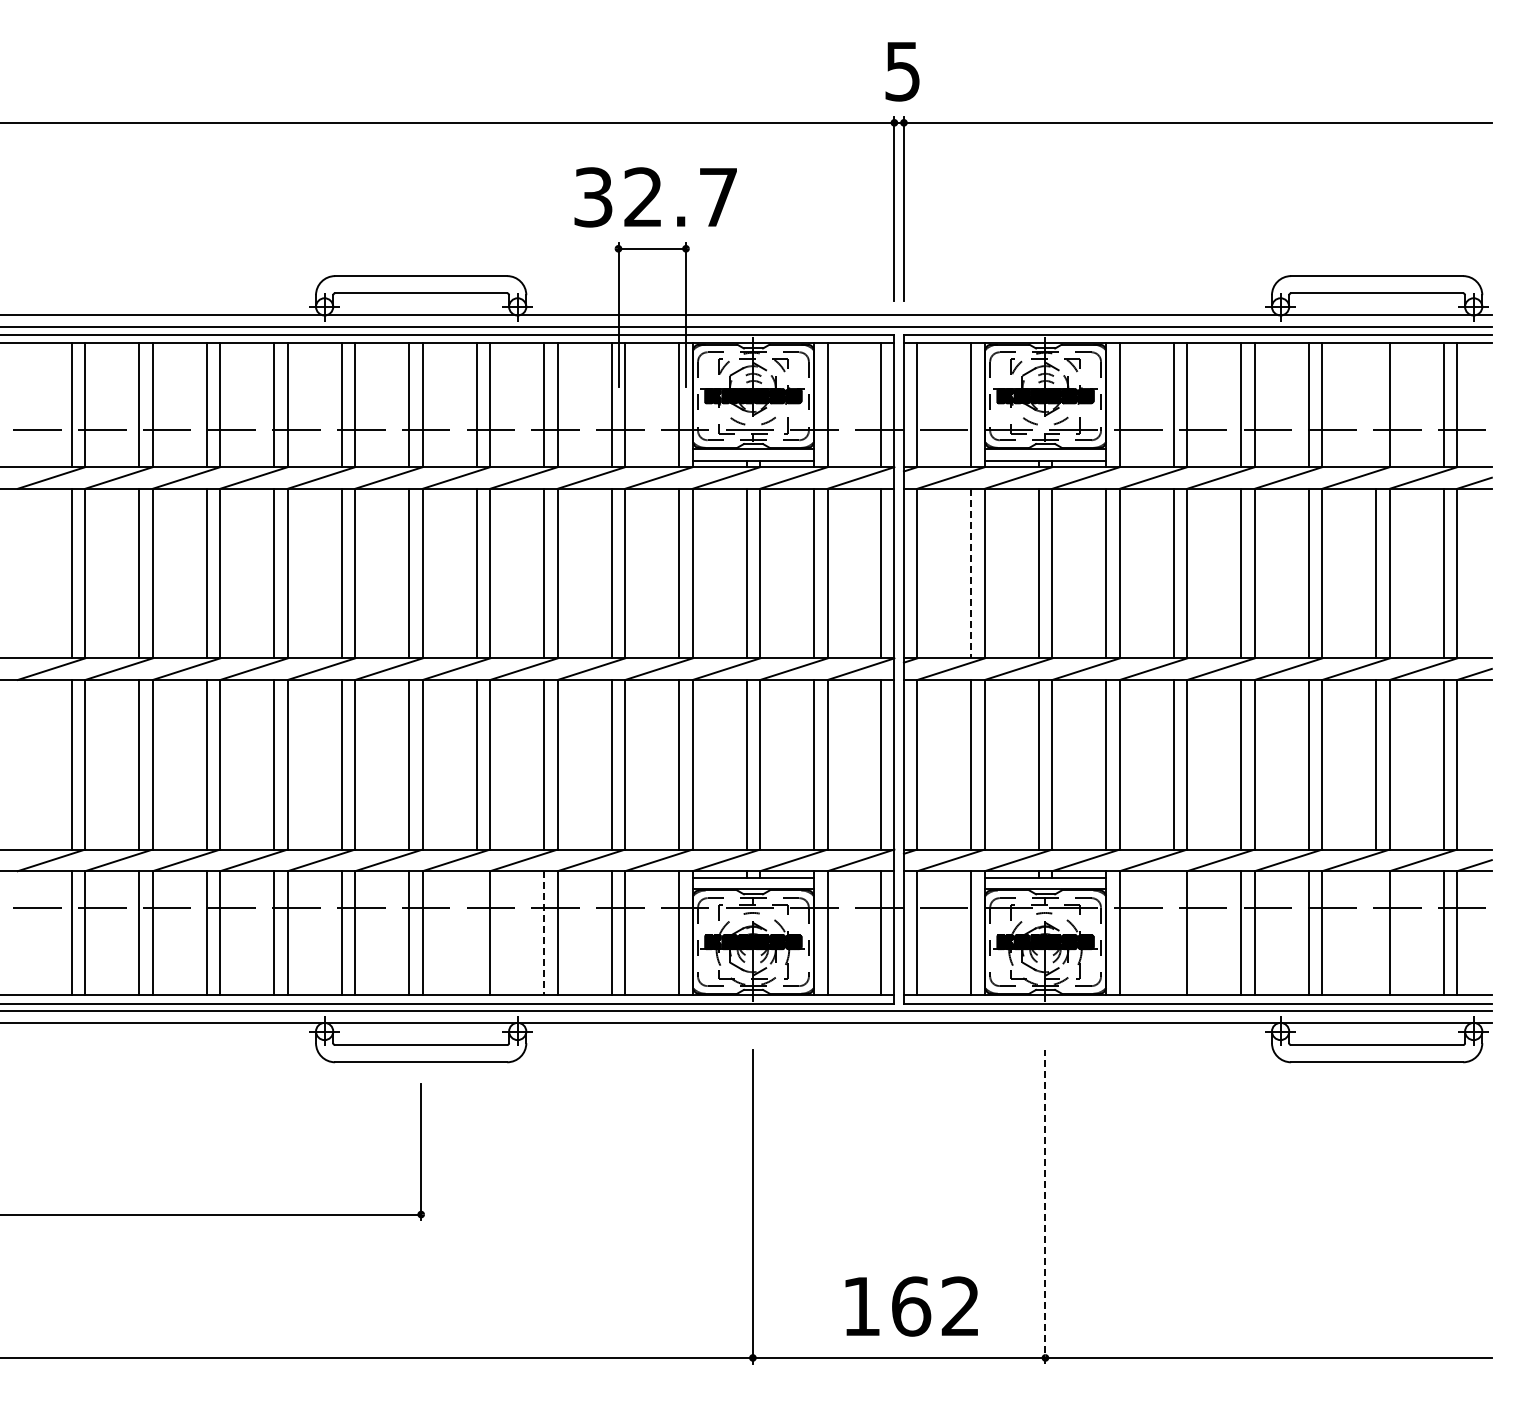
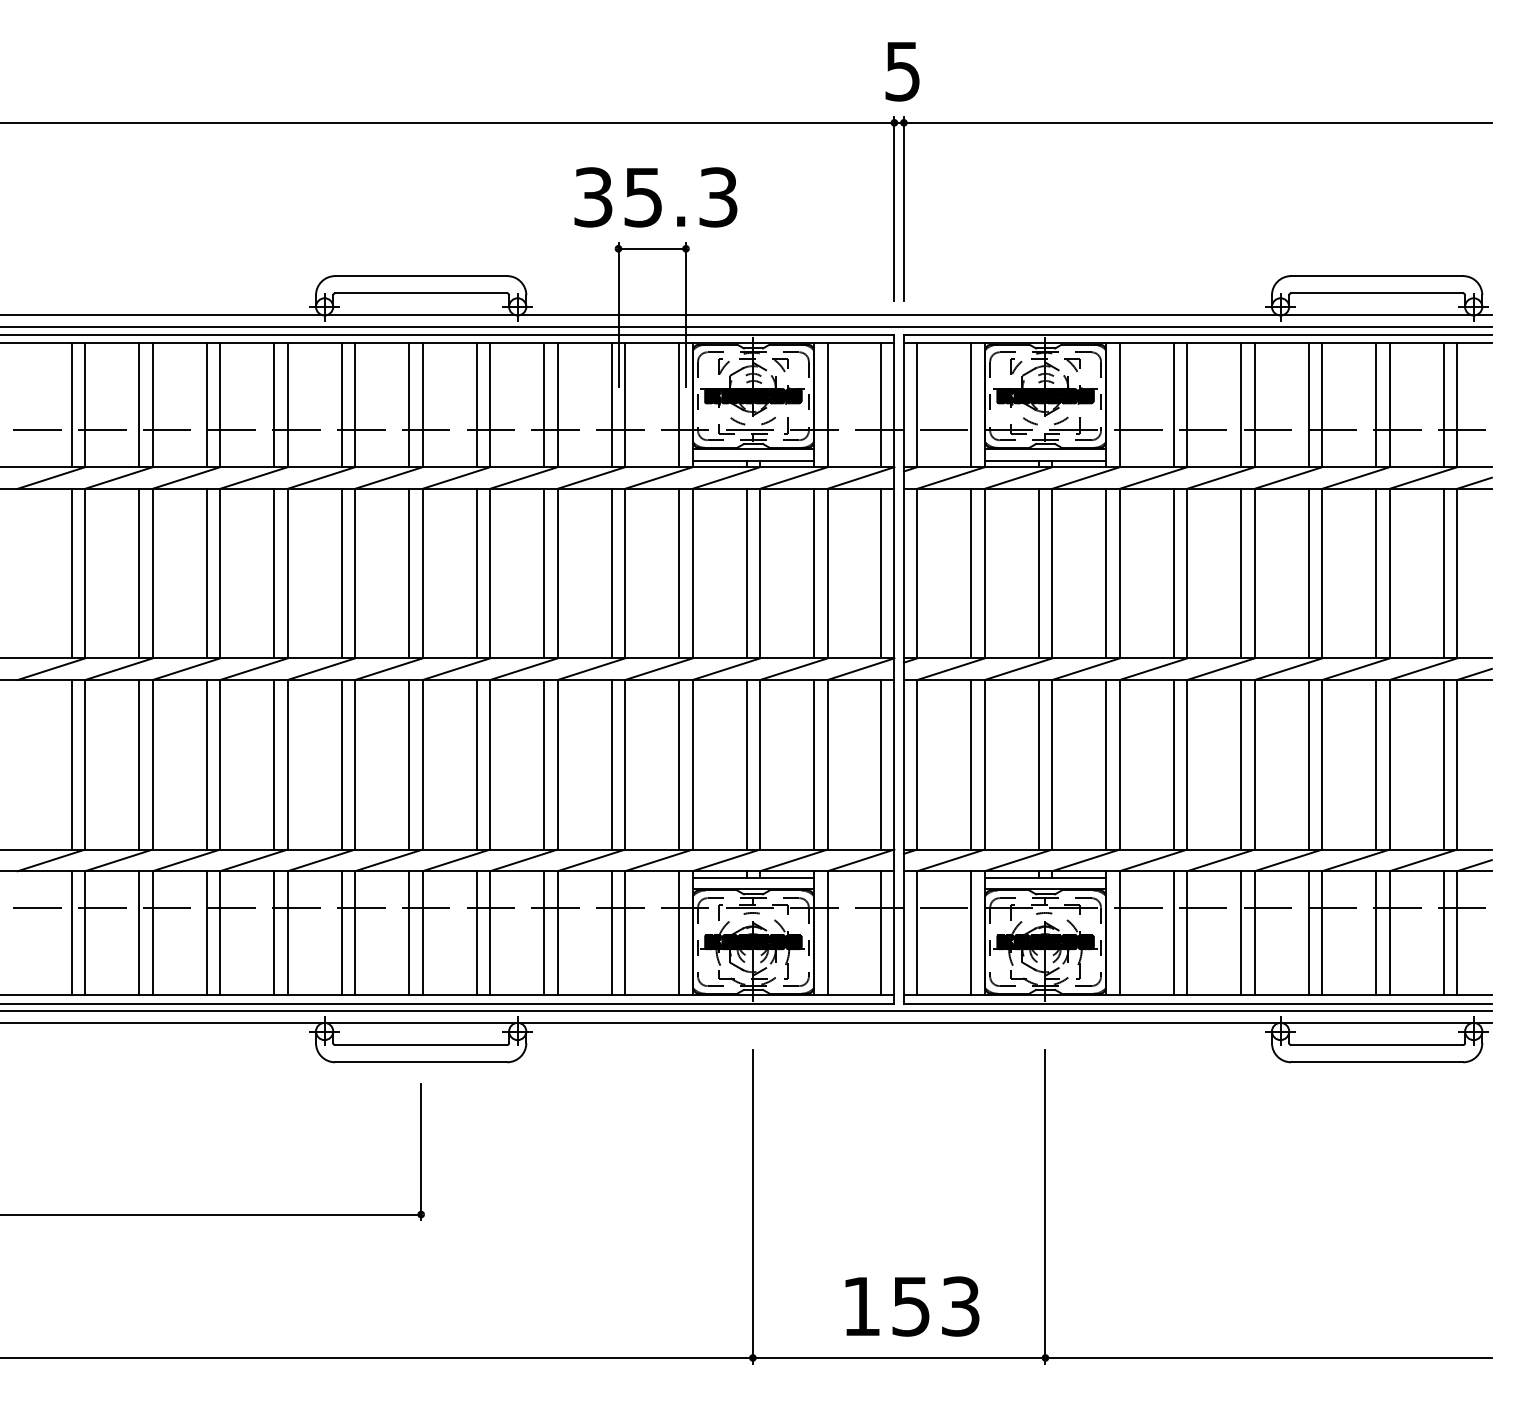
text at (680, 197): 32.7 -> 35.3
line at (1376, 405): none -> present
line at (971, 573): dashed -> solid
line at (476, 933): none -> present
line at (544, 933): dashed -> solid
line at (1173, 933): none -> present
line at (1376, 933): none -> present
line at (1045, 1206): dashed -> solid
text at (935, 1306): 162 -> 153
